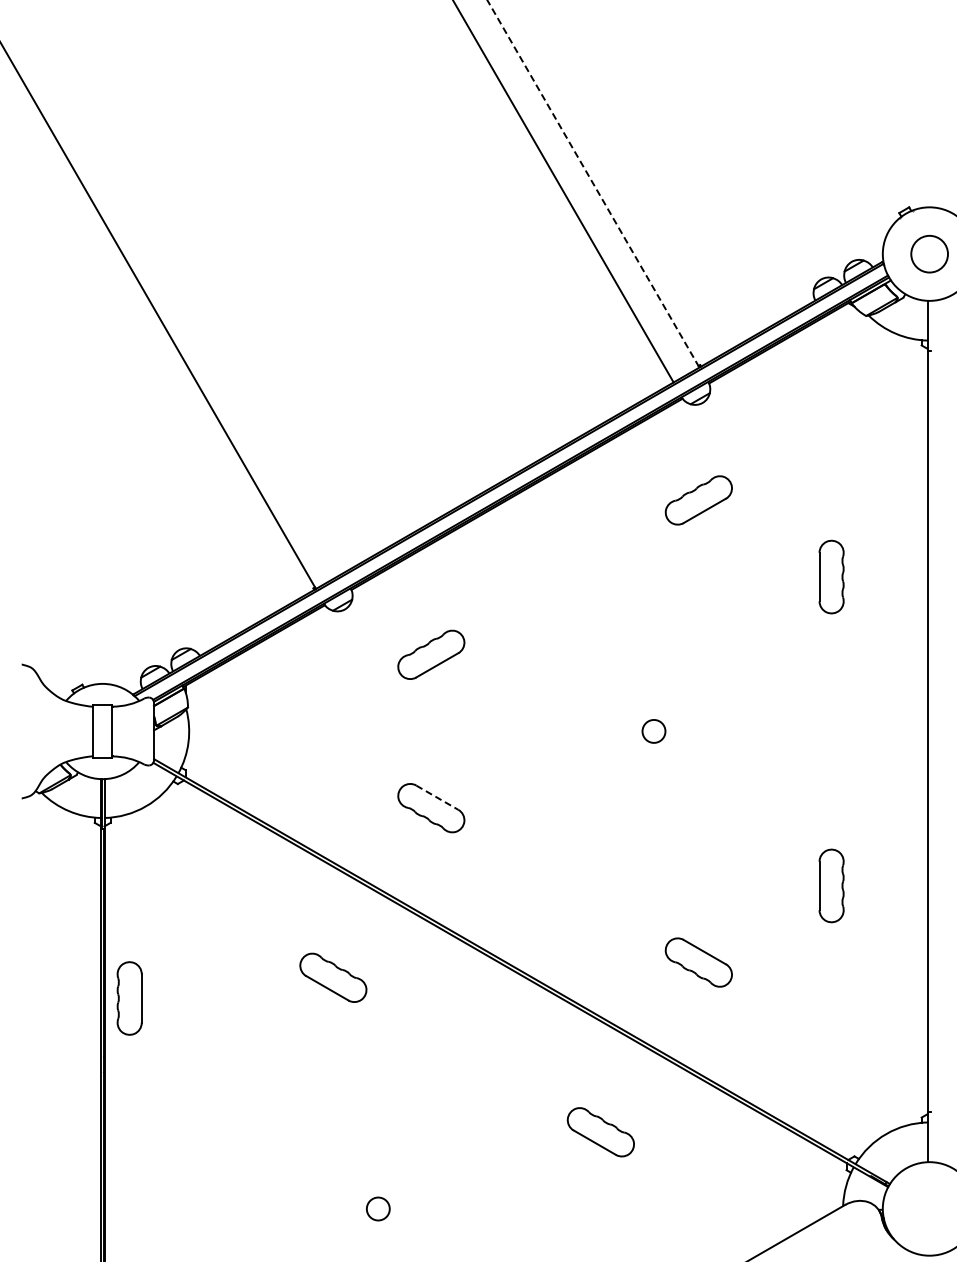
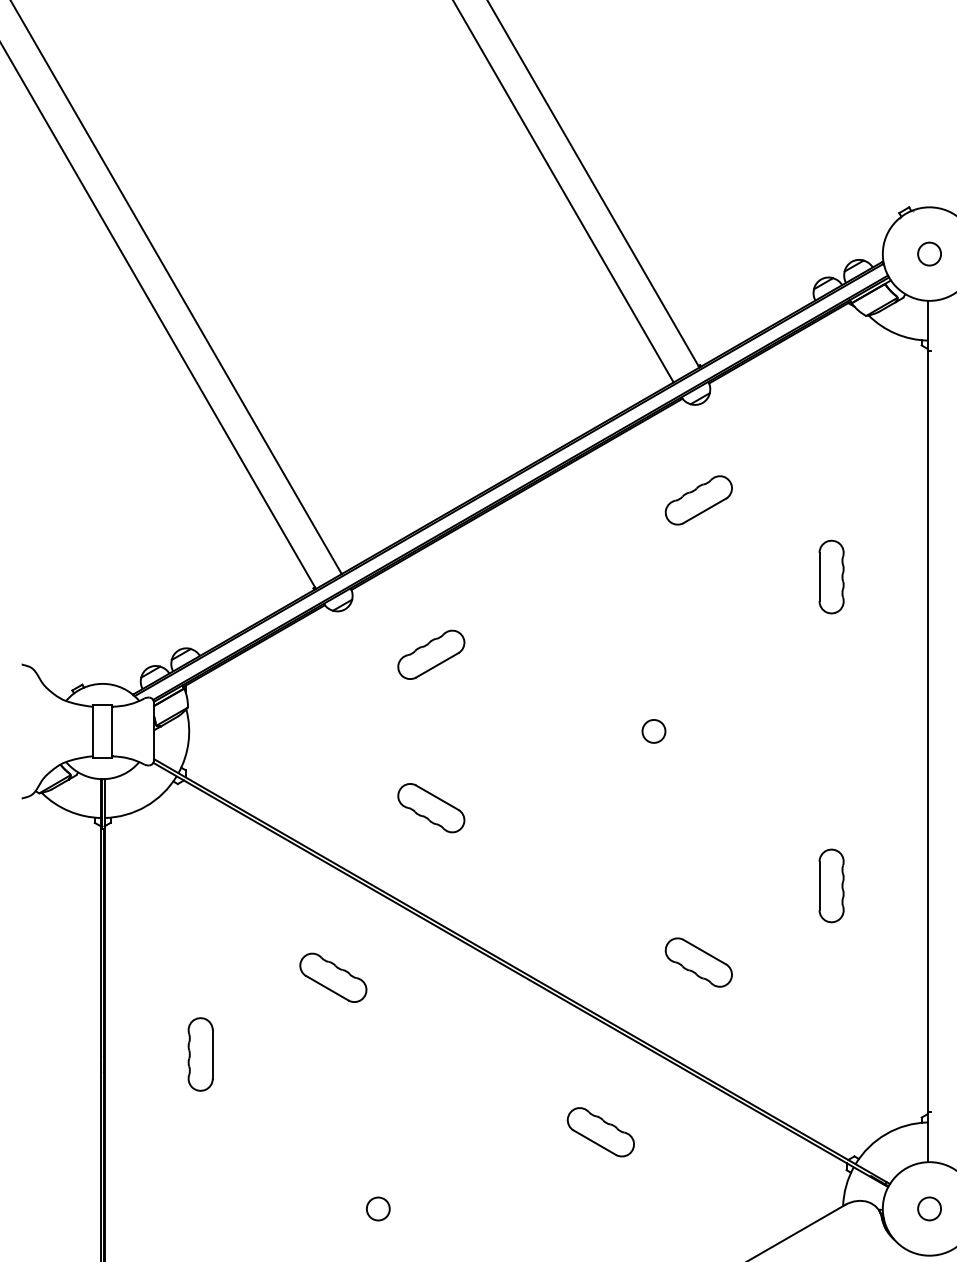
line at (593, 184): dashed -> solid
circle at (929, 254) size: 39x39 px -> 25x26 px
line at (176, 288): none -> present
line at (437, 798): dashed -> solid
part at (129, 998) position: (129, 998) -> (200, 1054)
circle at (929, 1208): none -> present
